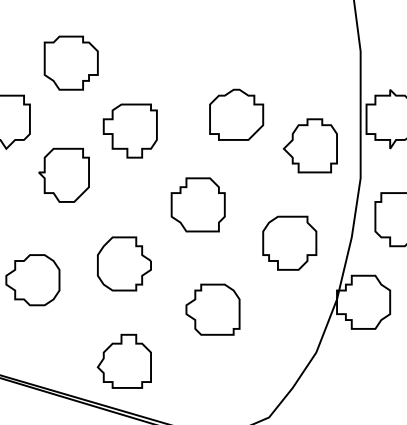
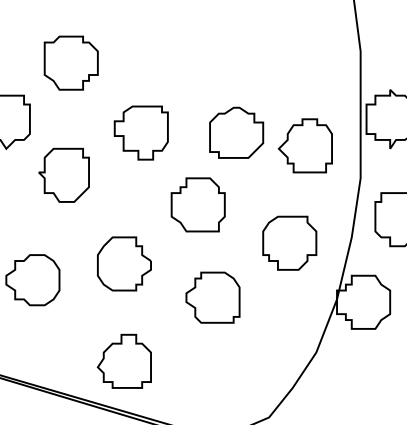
part at (236, 114) position: (236, 114) -> (236, 132)
part at (129, 130) position: (129, 130) -> (140, 132)
part at (309, 145) position: (309, 145) -> (304, 145)
part at (212, 309) position: (212, 309) -> (212, 297)
